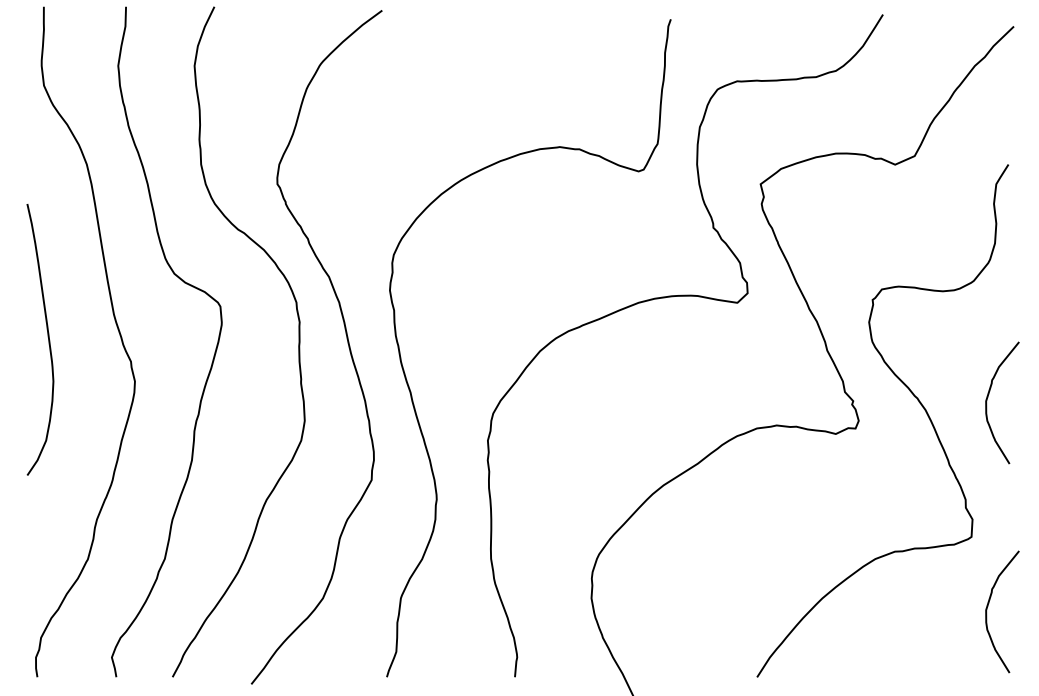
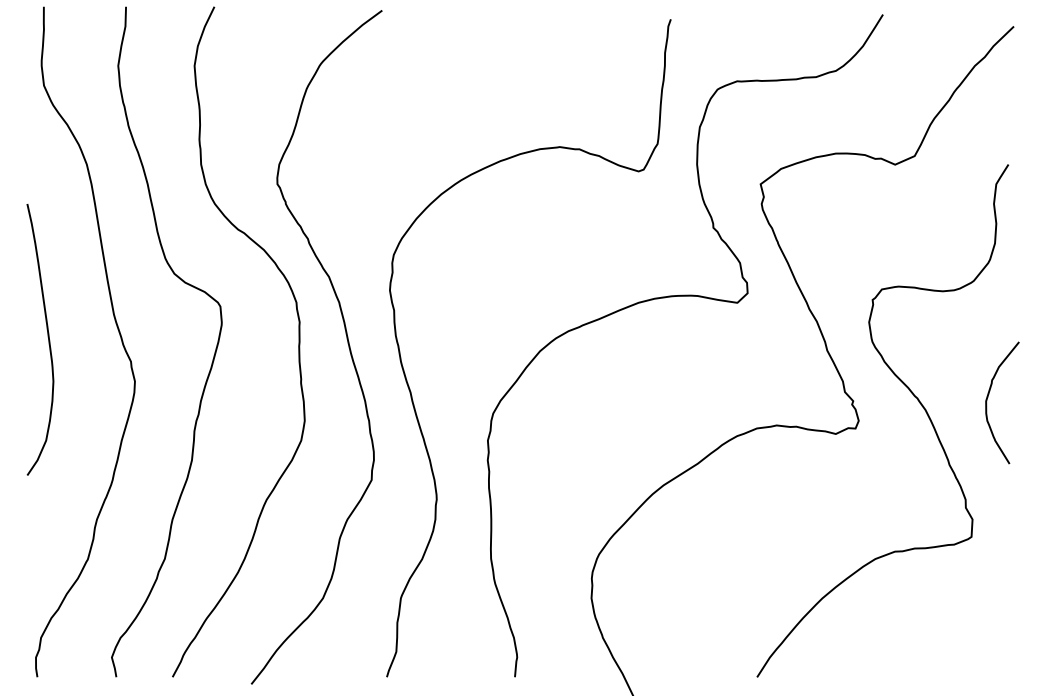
curve at (988, 606): present -> none
